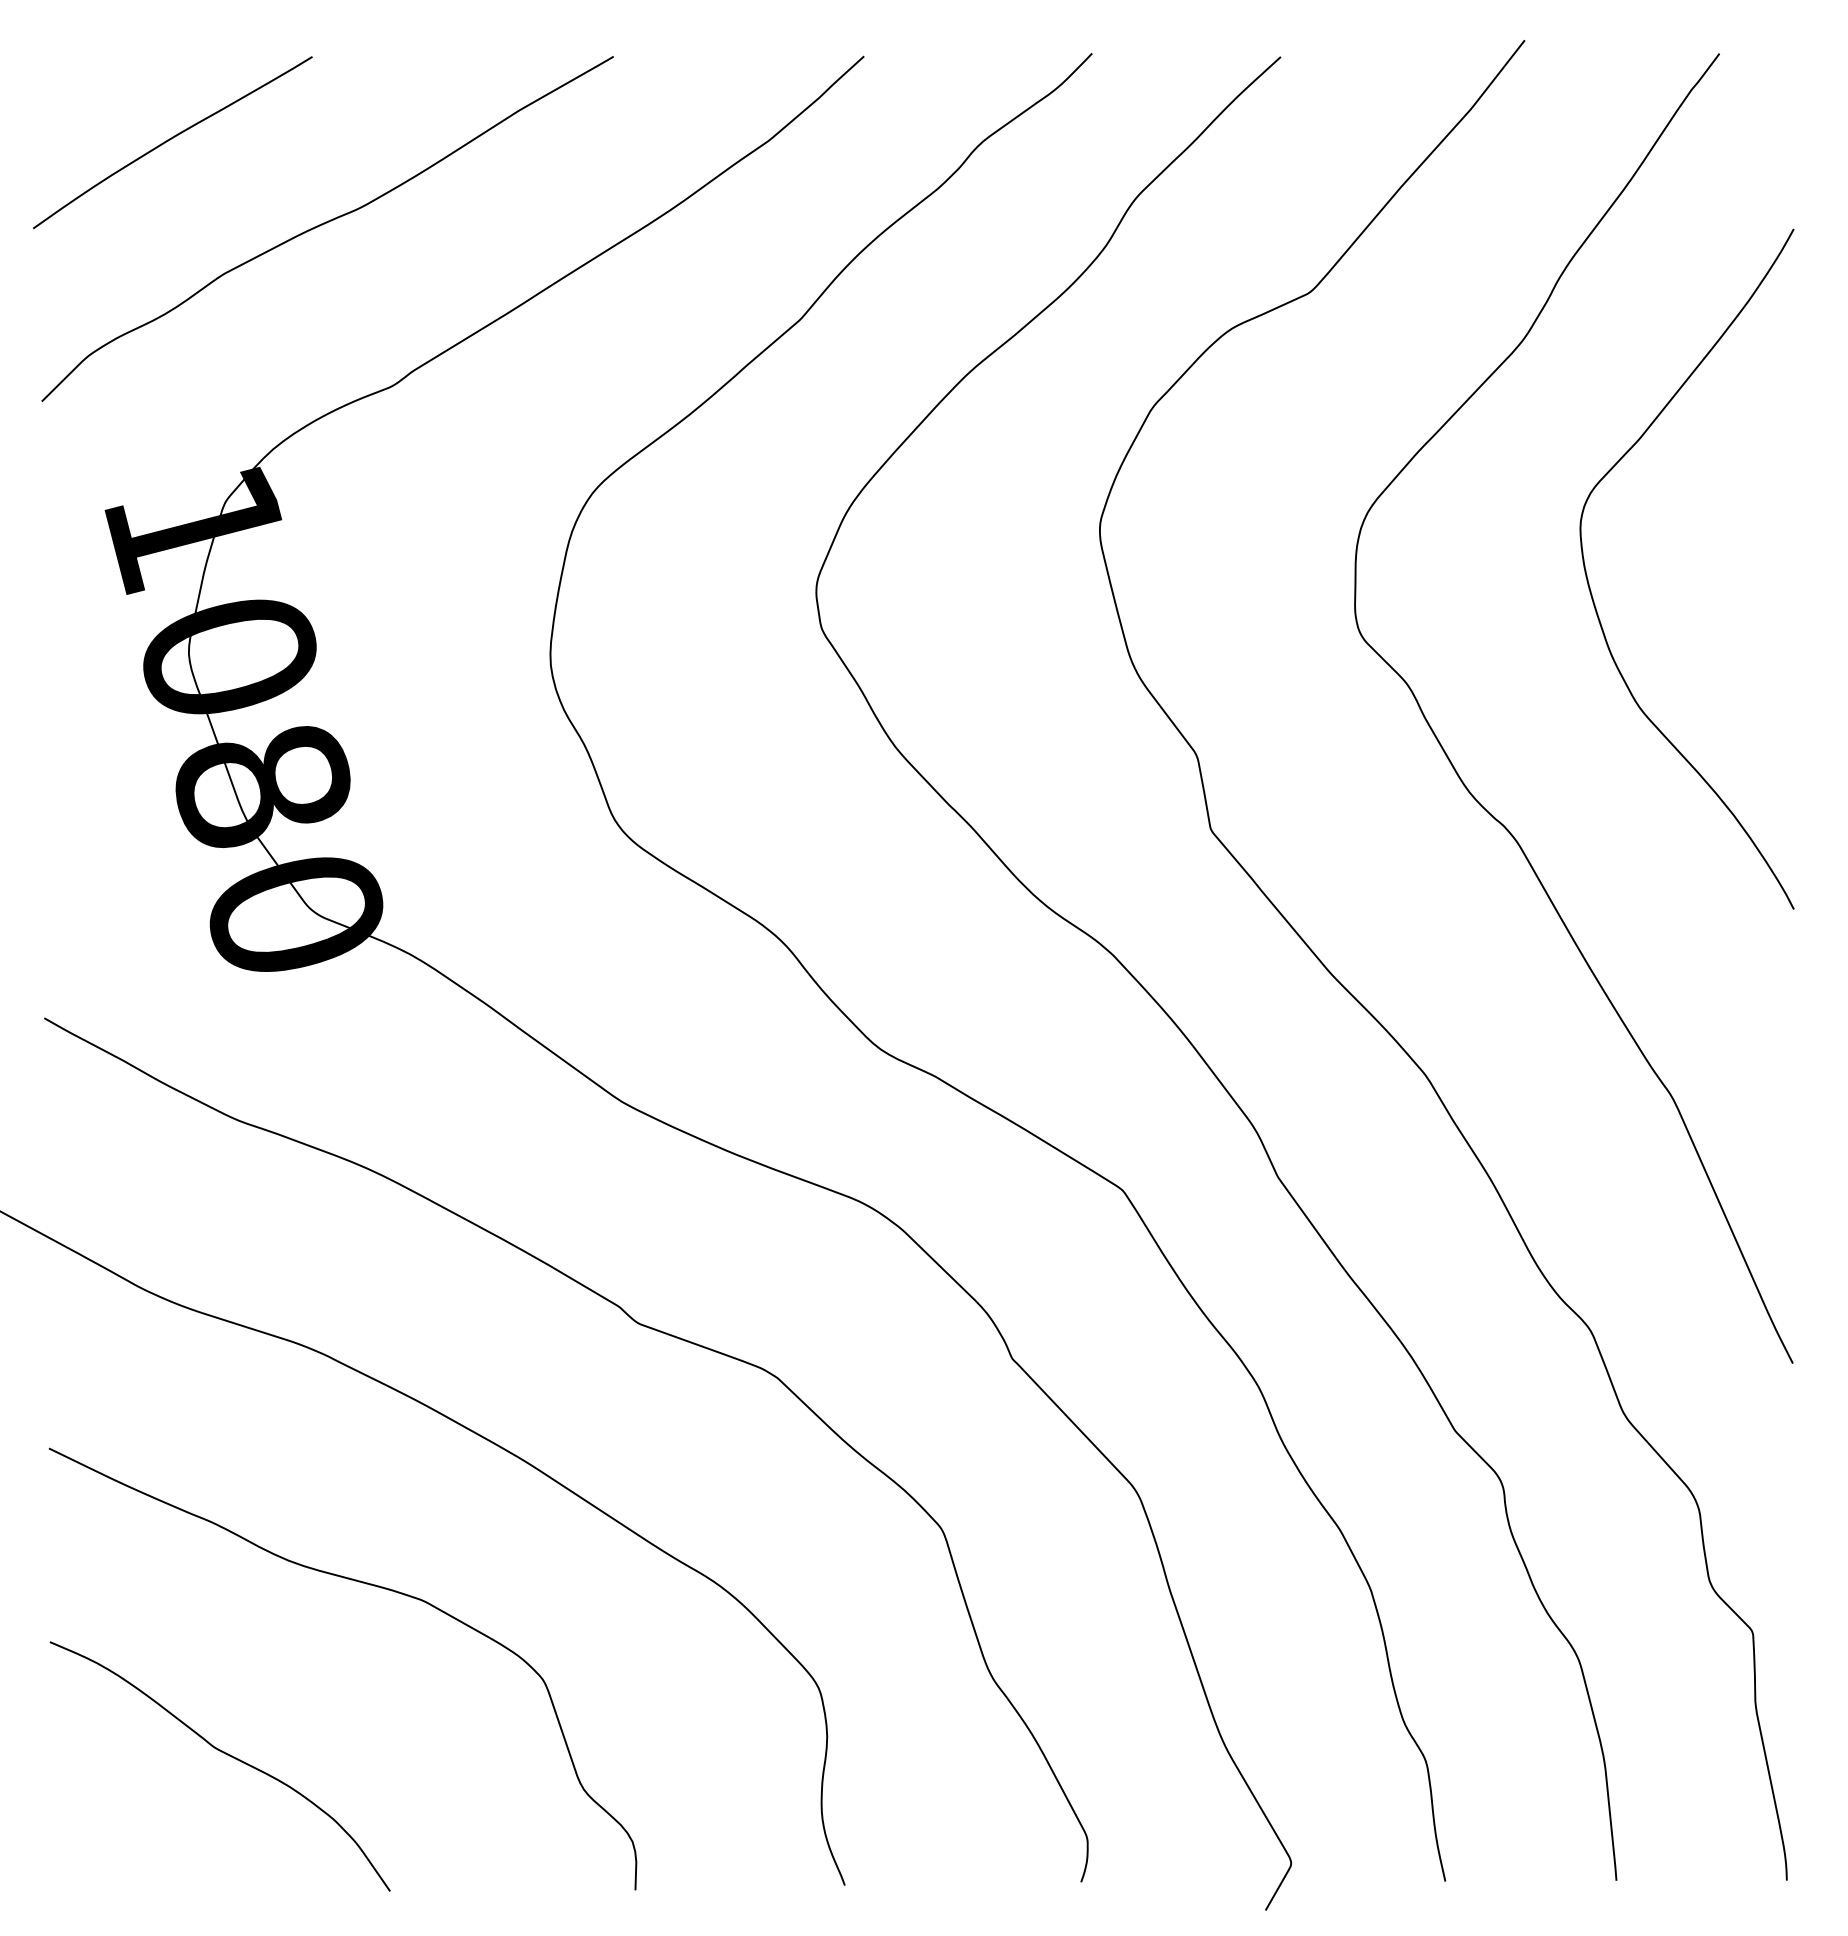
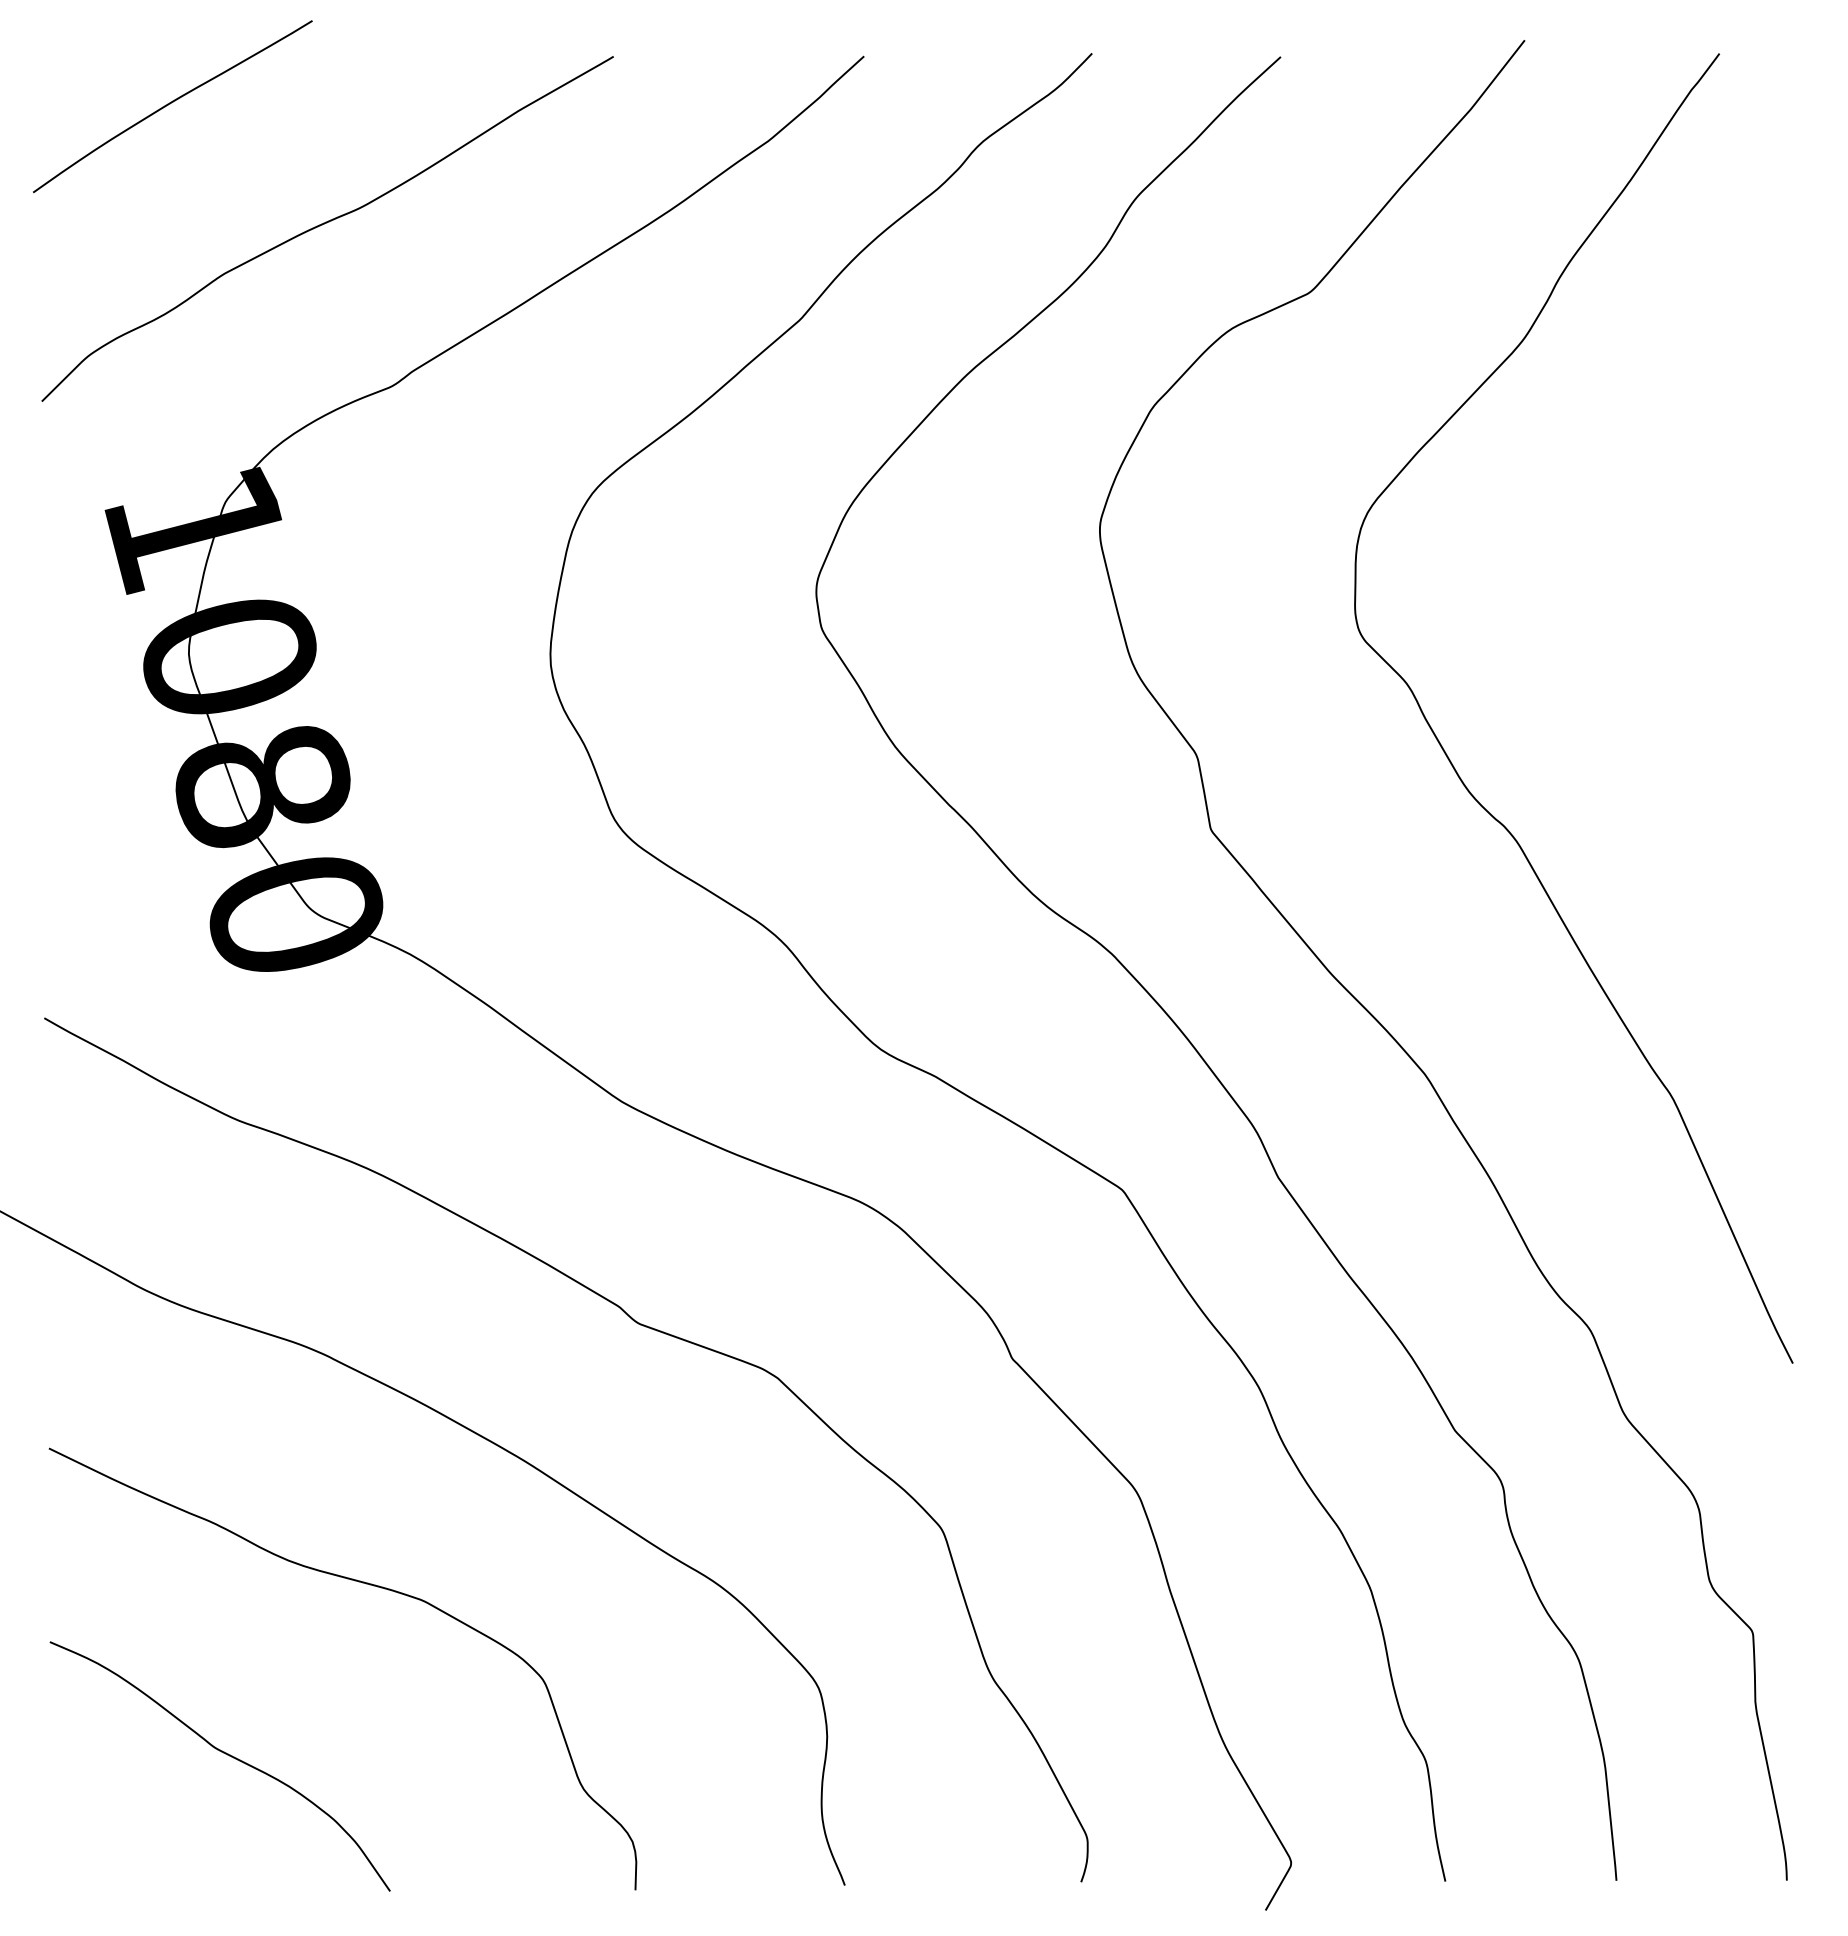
curve at (170, 140) position: (170, 140) -> (170, 104)
curve at (1593, 597): present -> none
